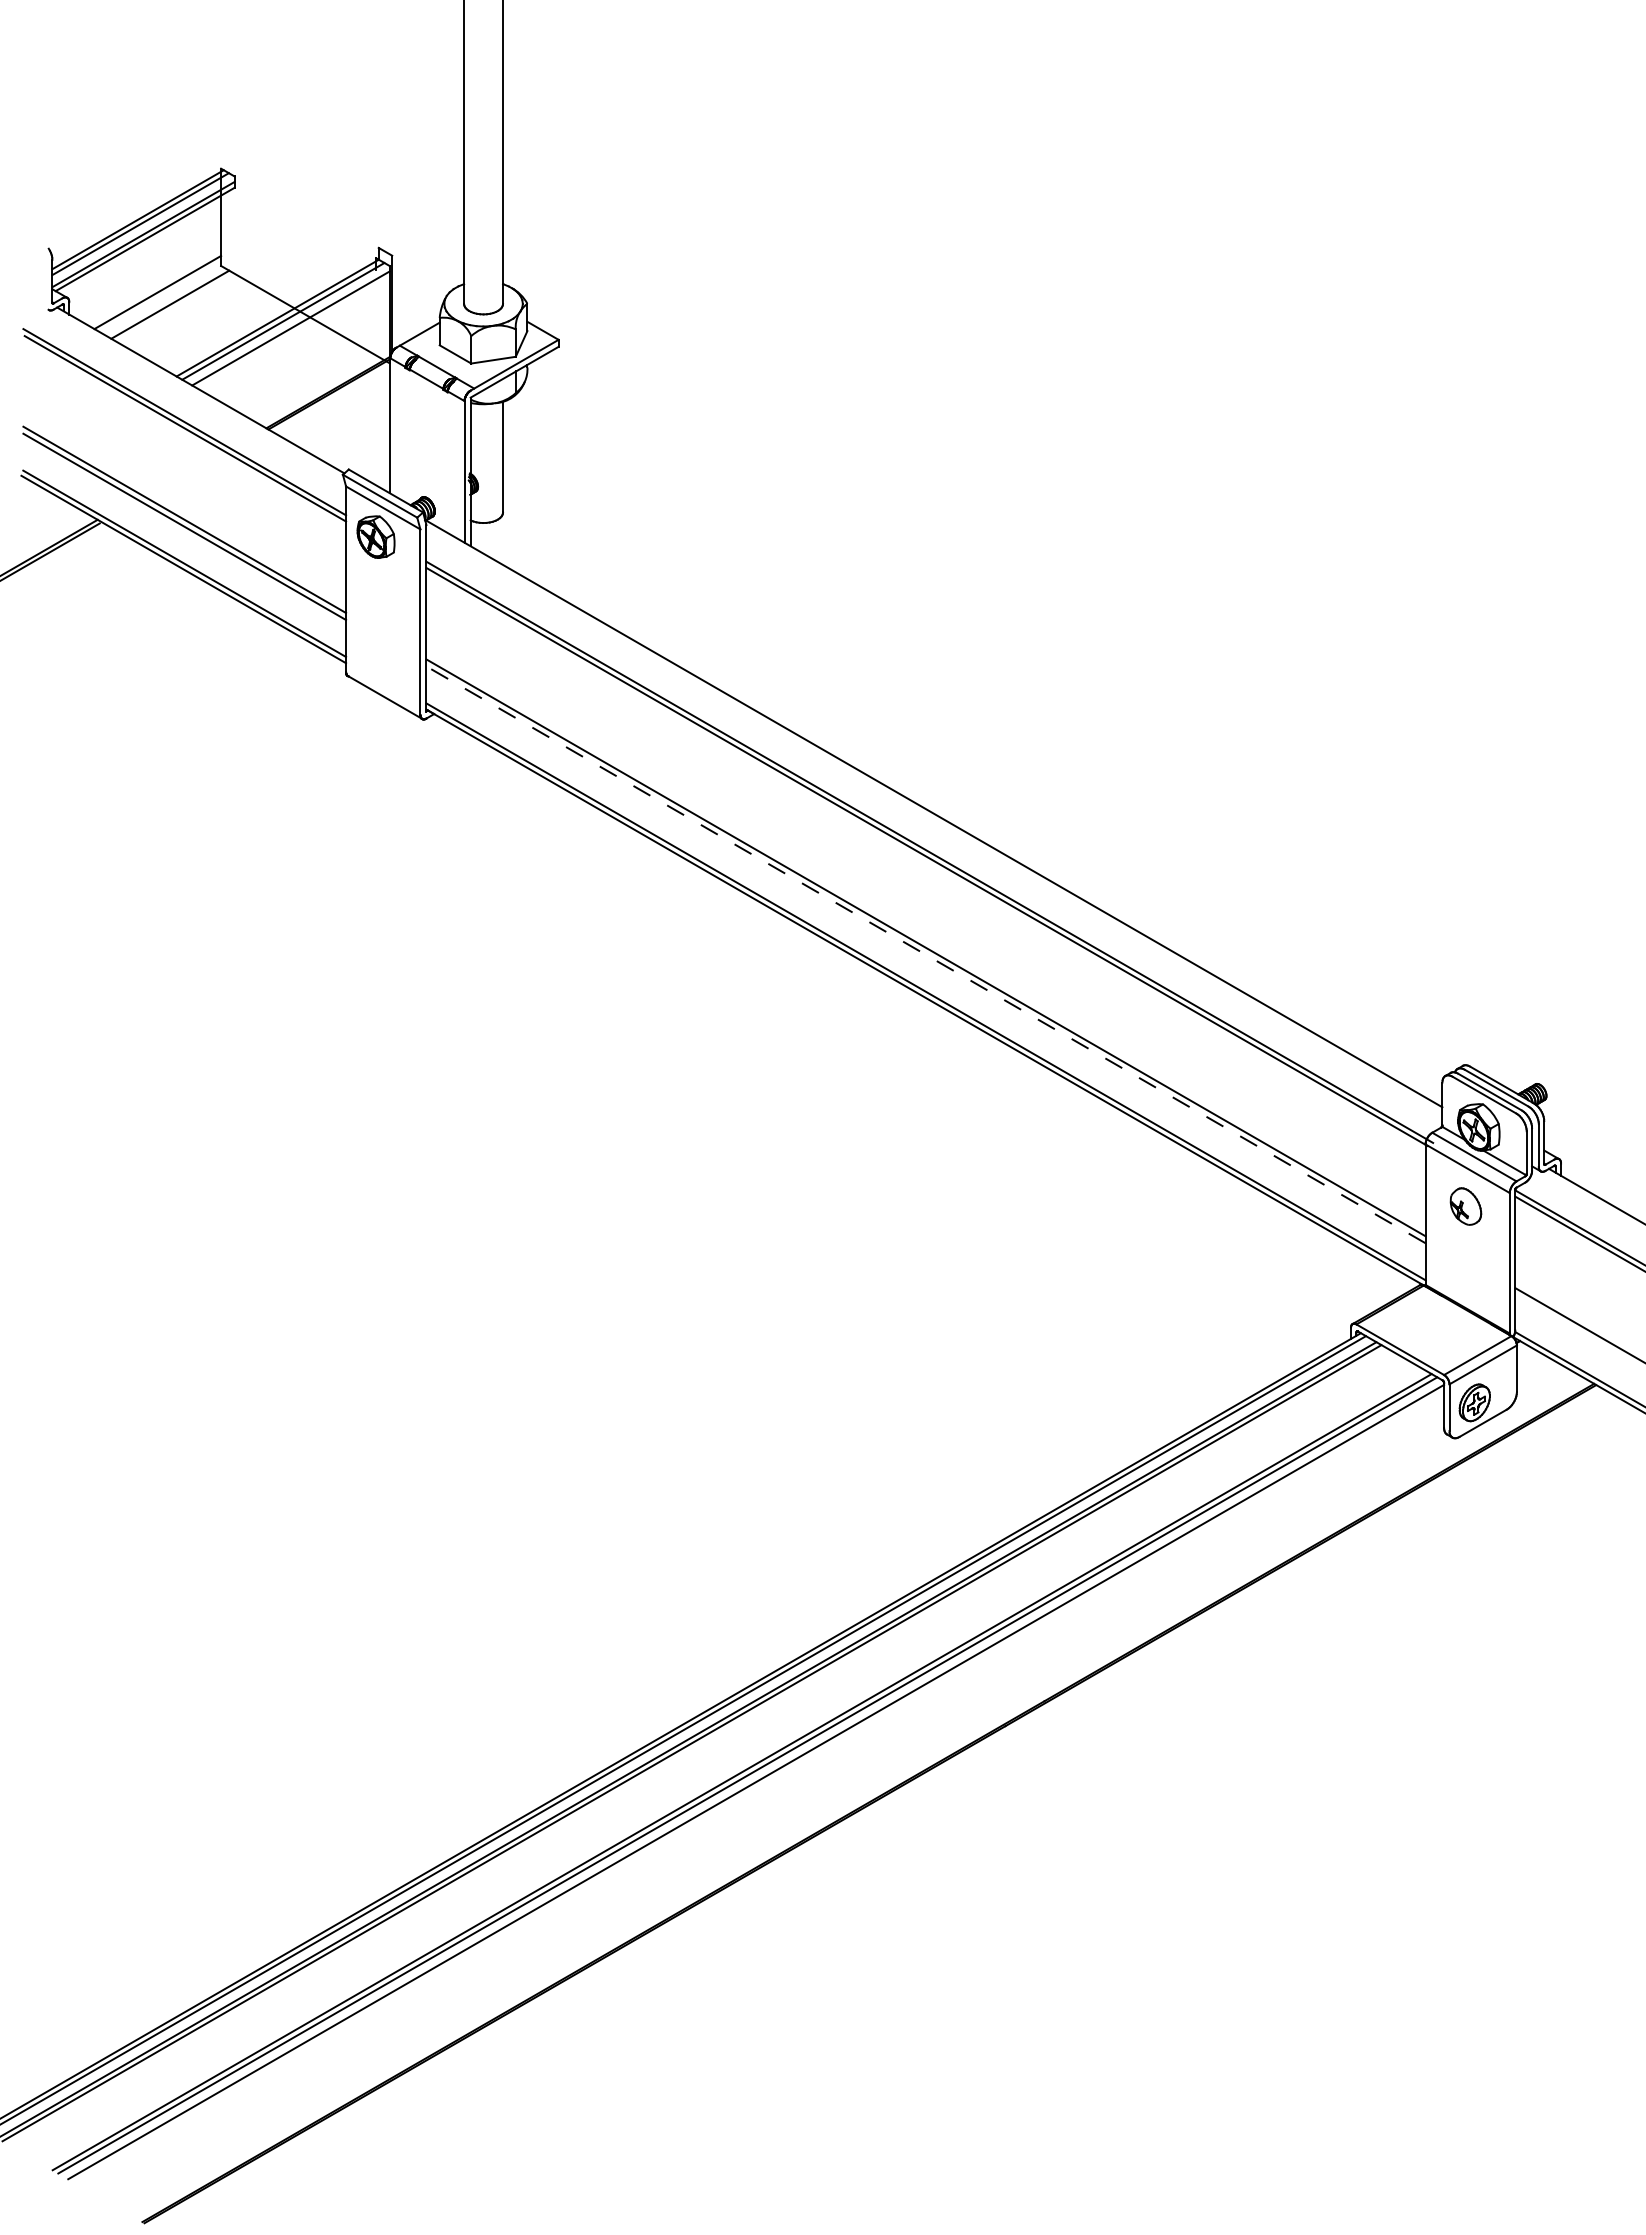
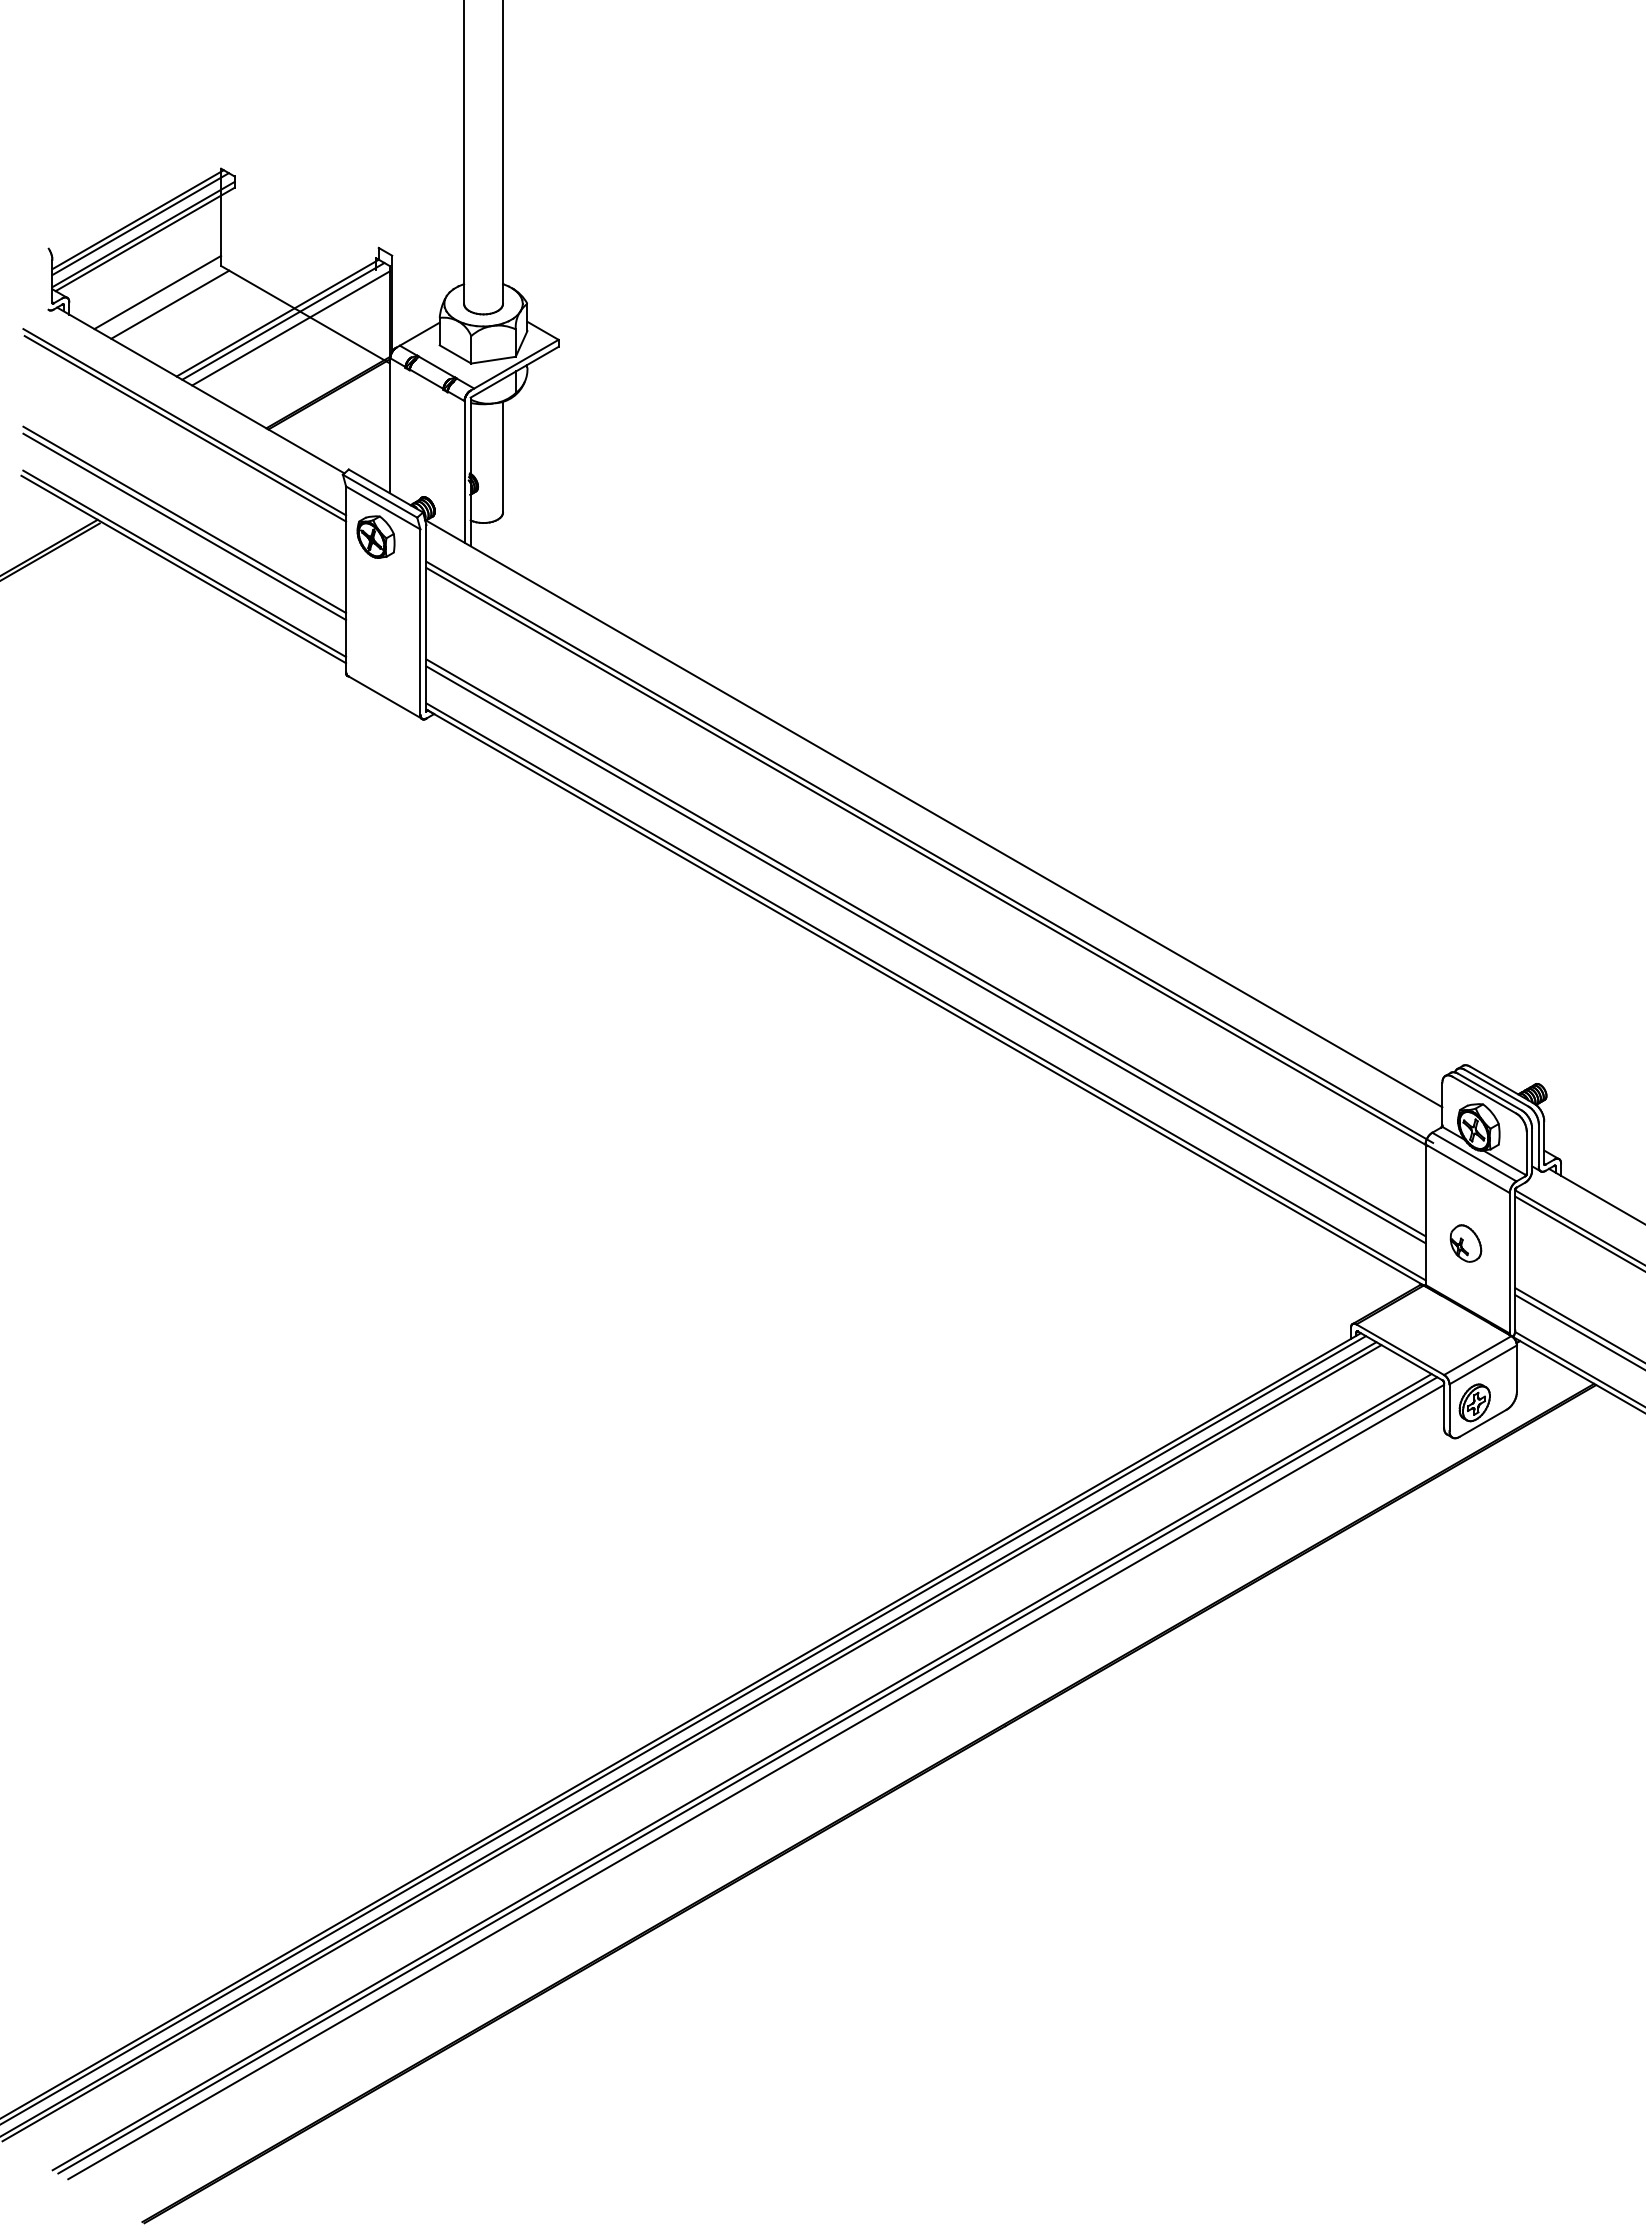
line at (926, 954): dashed -> solid
part at (1465, 1206) position: (1465, 1206) -> (1465, 1243)
line at (1578, 1331): none -> present
